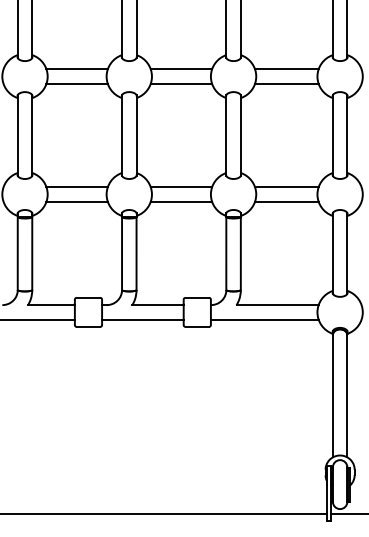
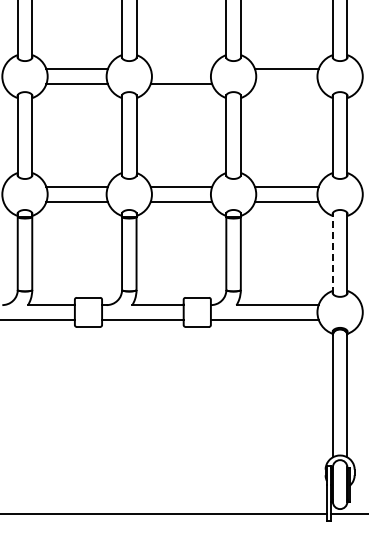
line at (181, 69): present -> none
line at (286, 83): present -> none
line at (332, 252): solid -> dashed
